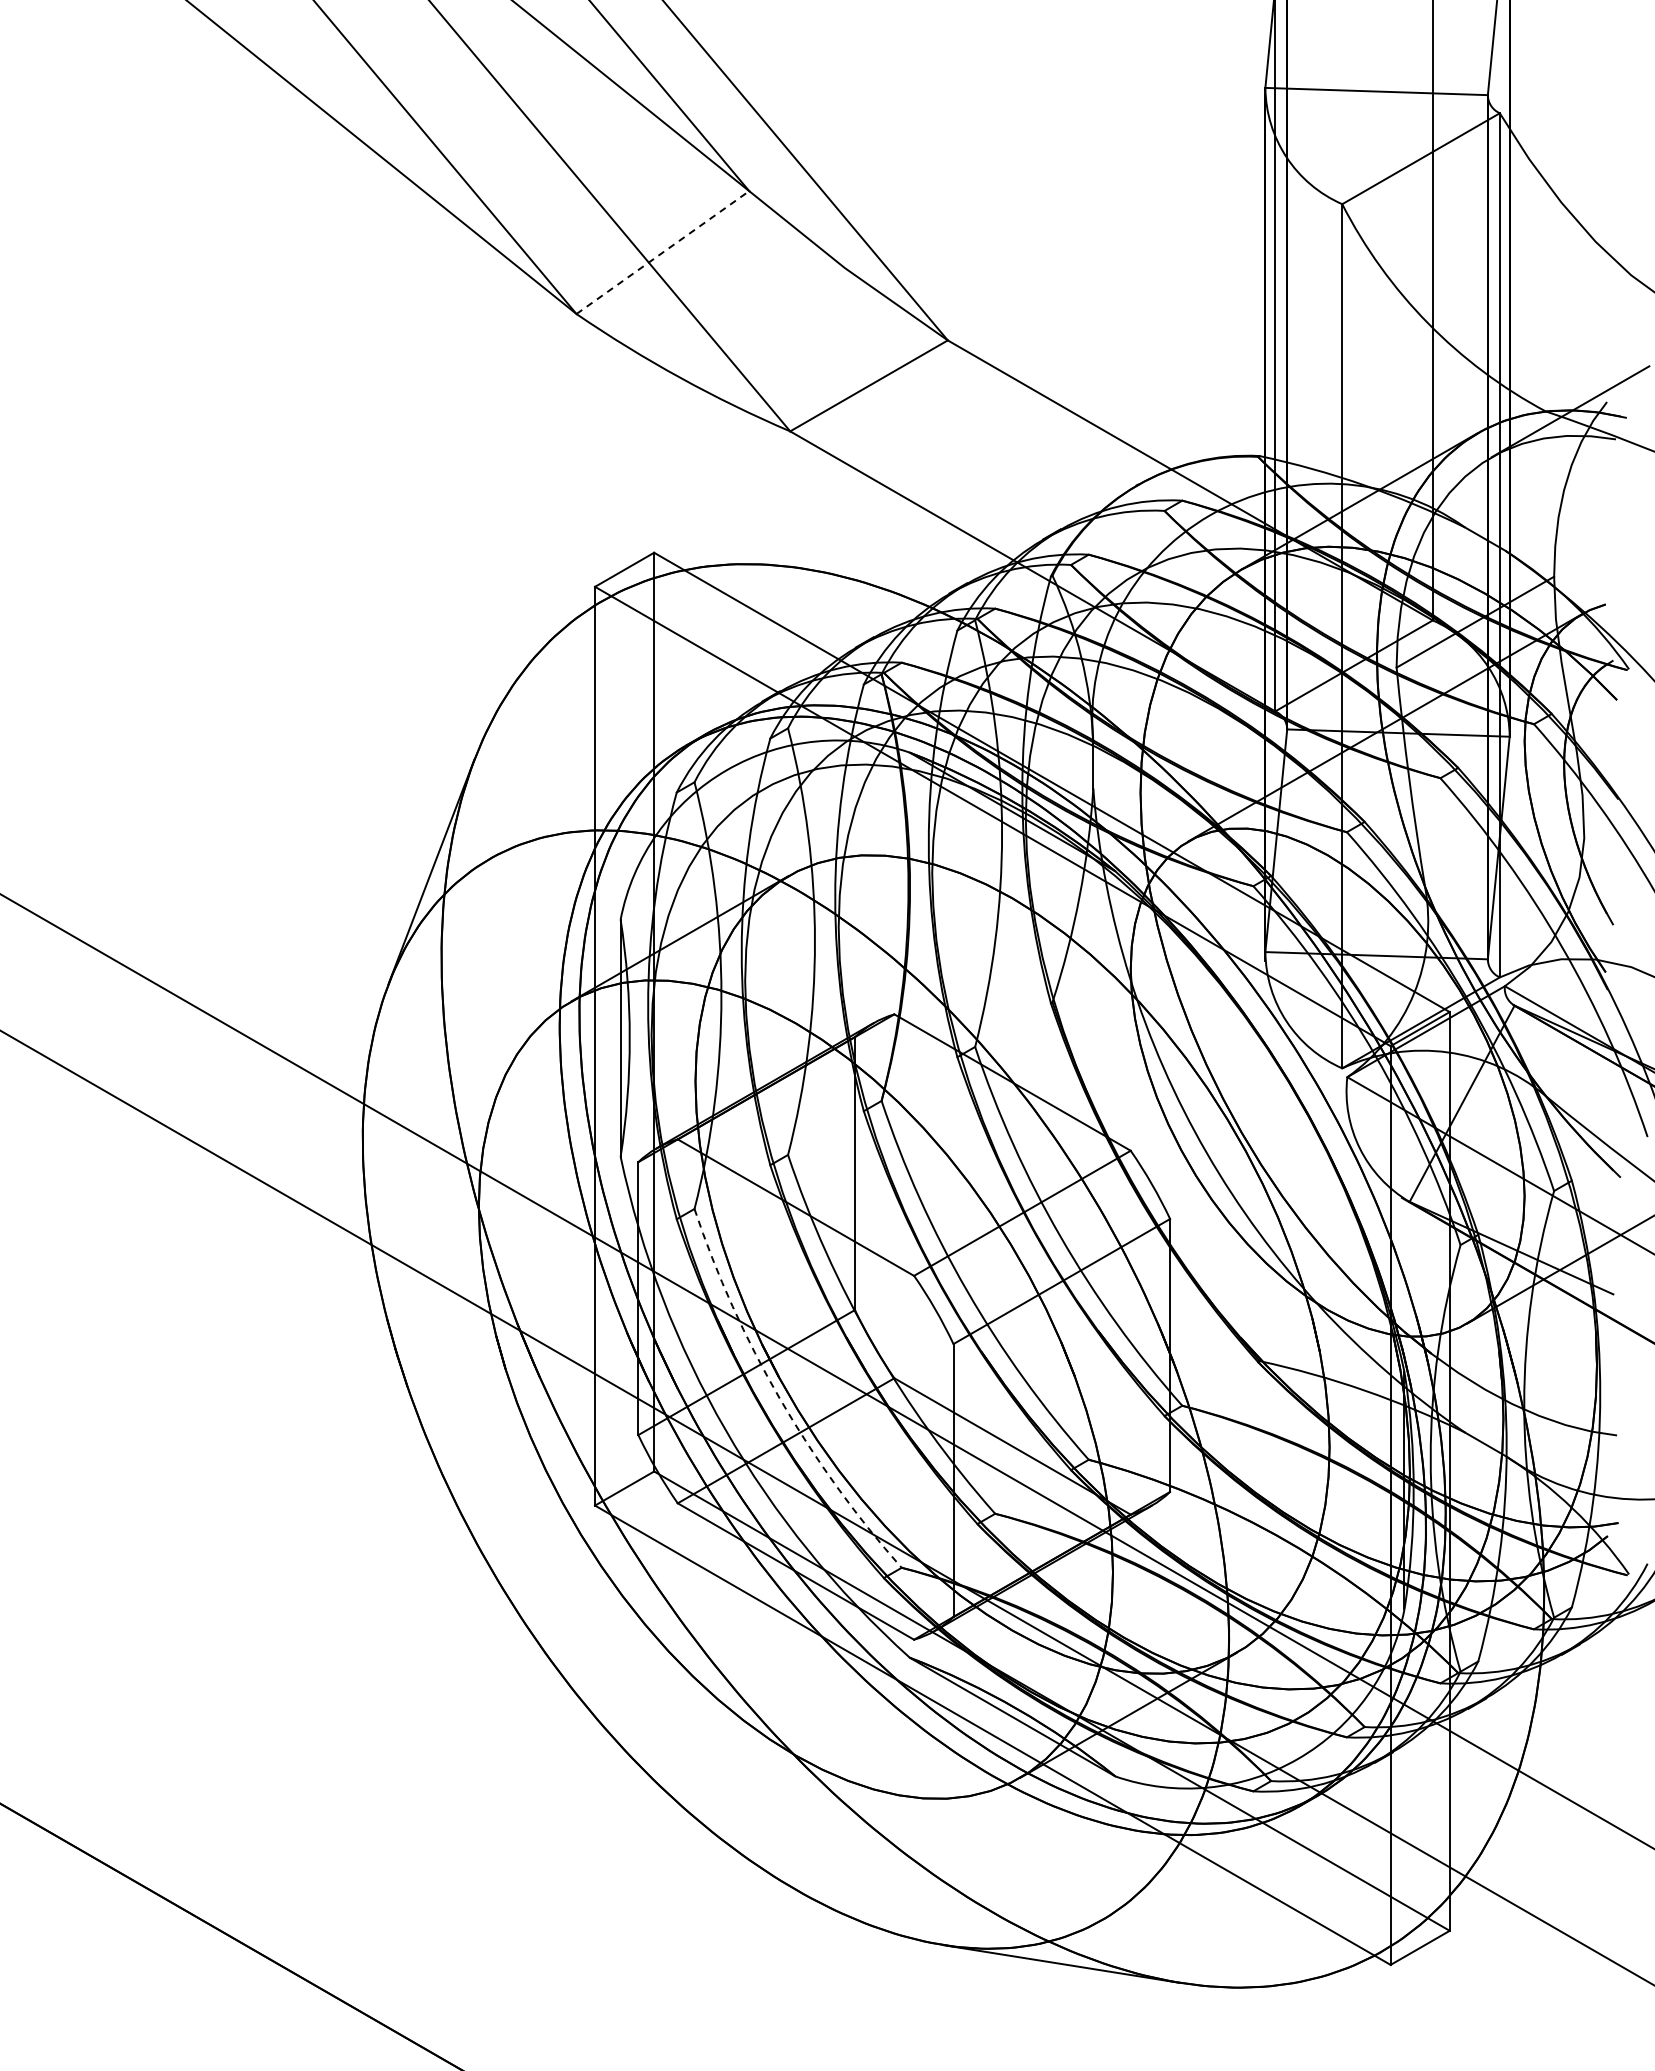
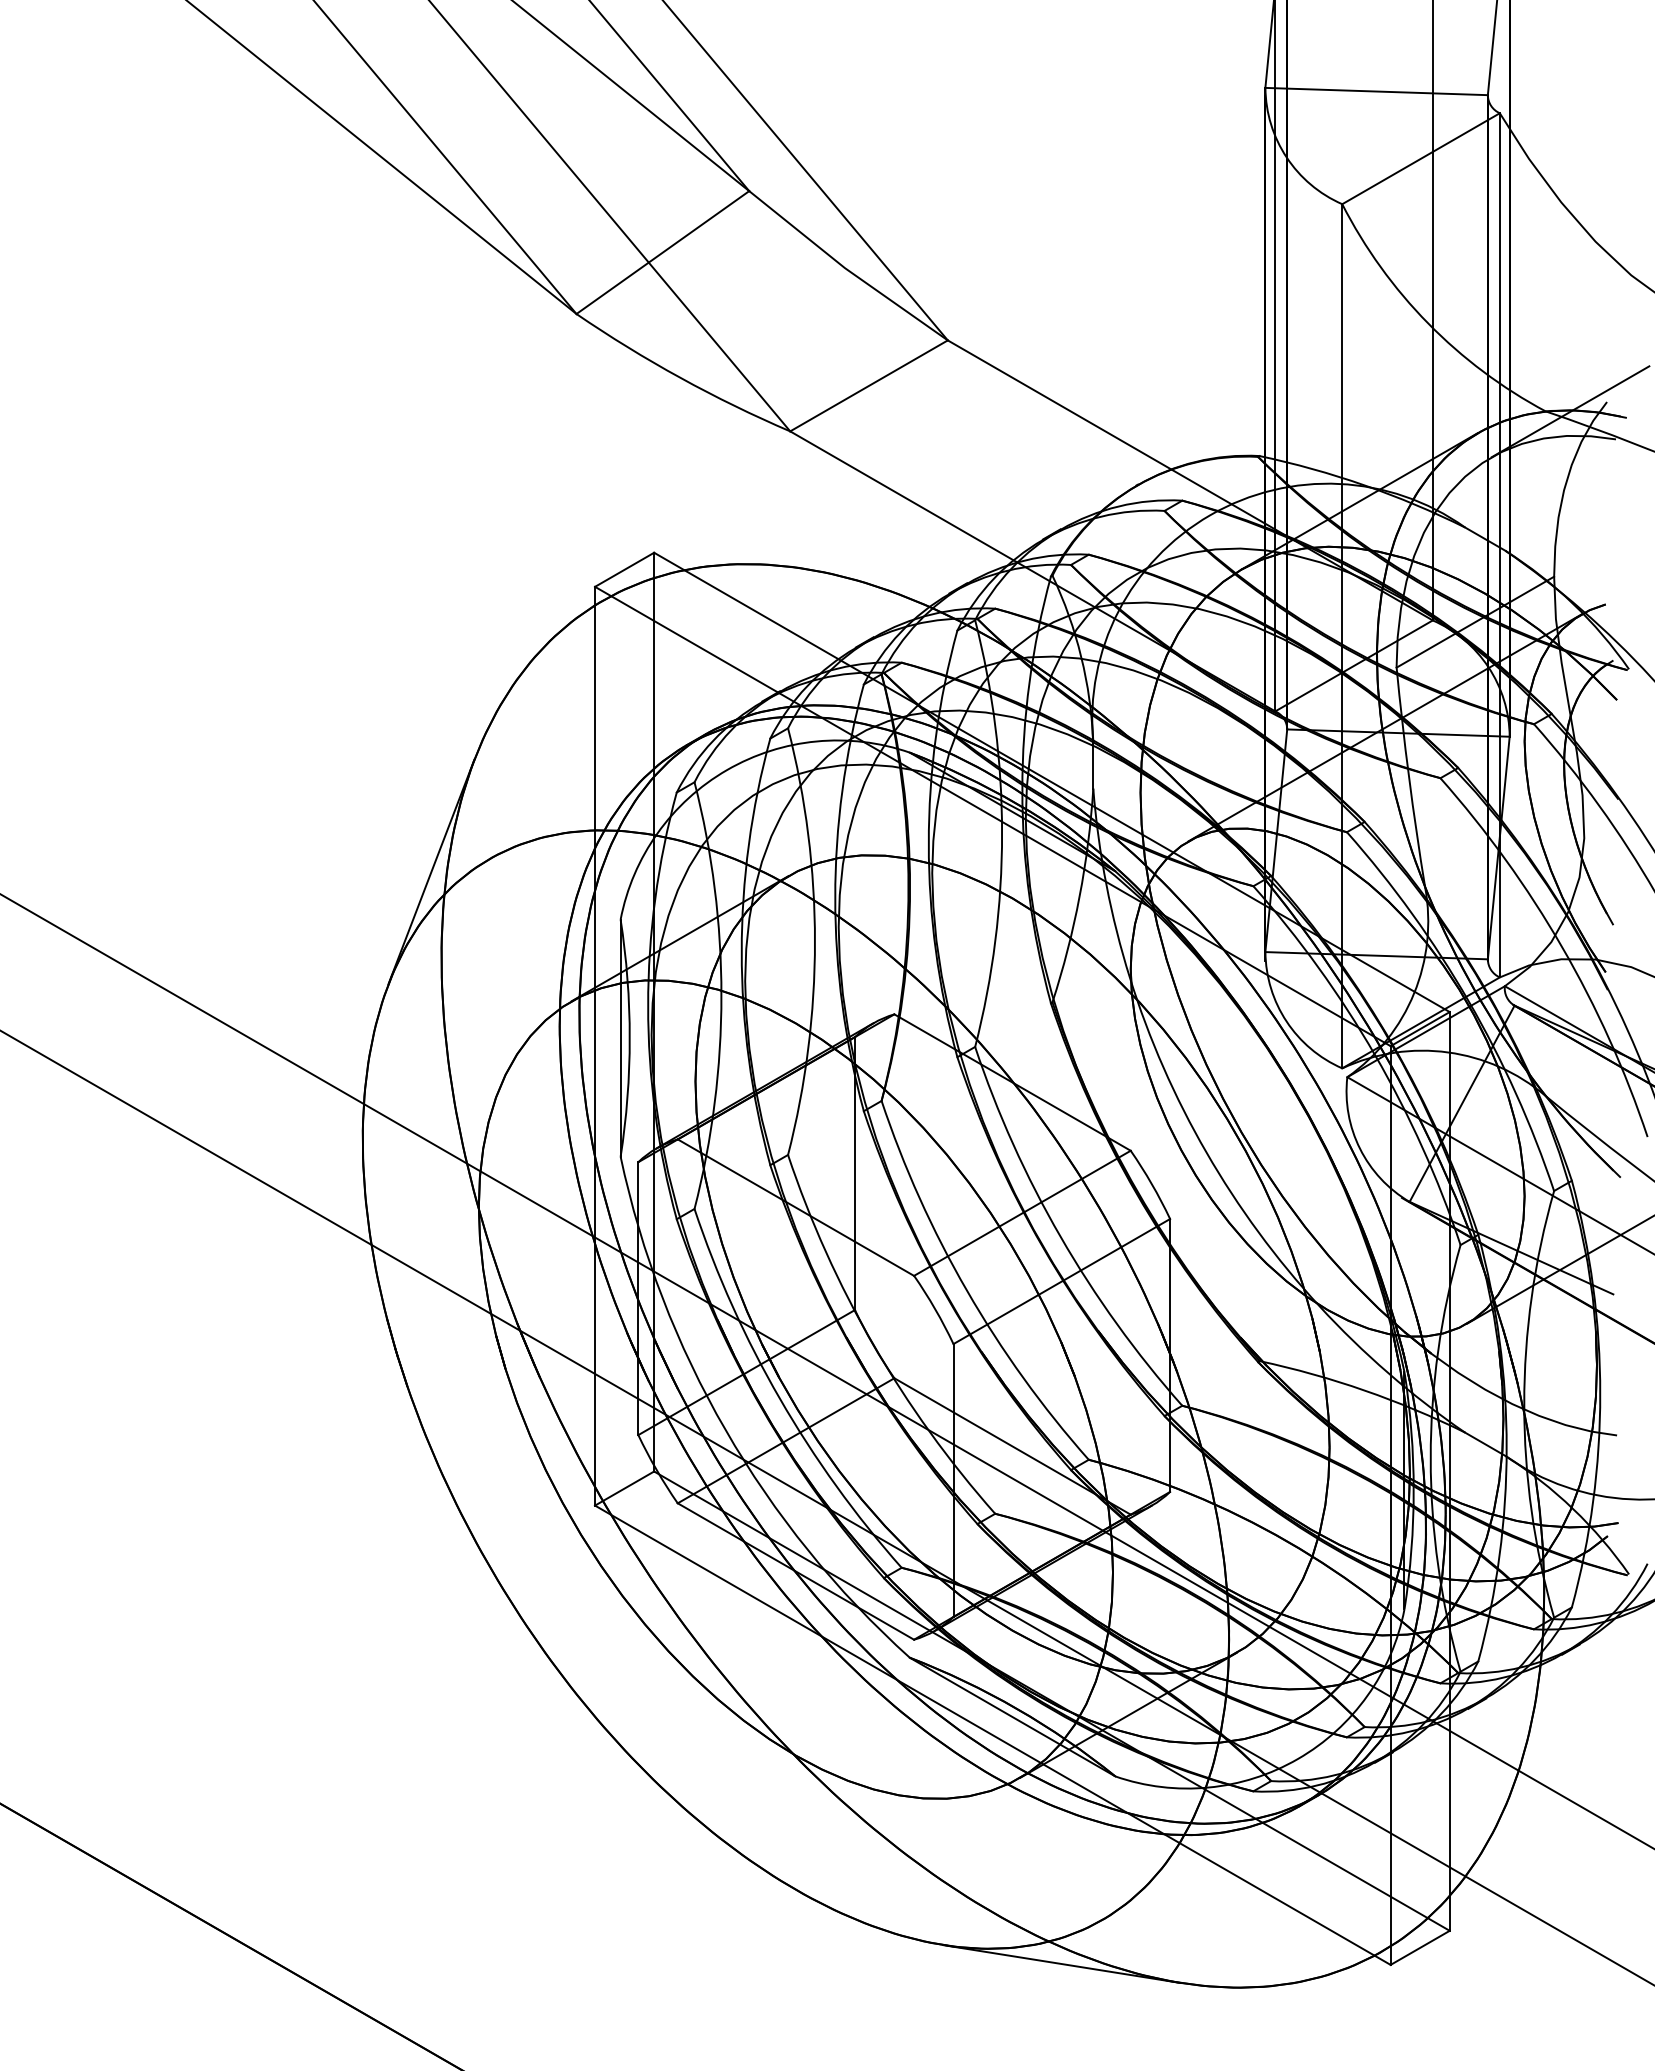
line at (662, 252): dashed -> solid
arc at (779, 1398): dashed -> solid
